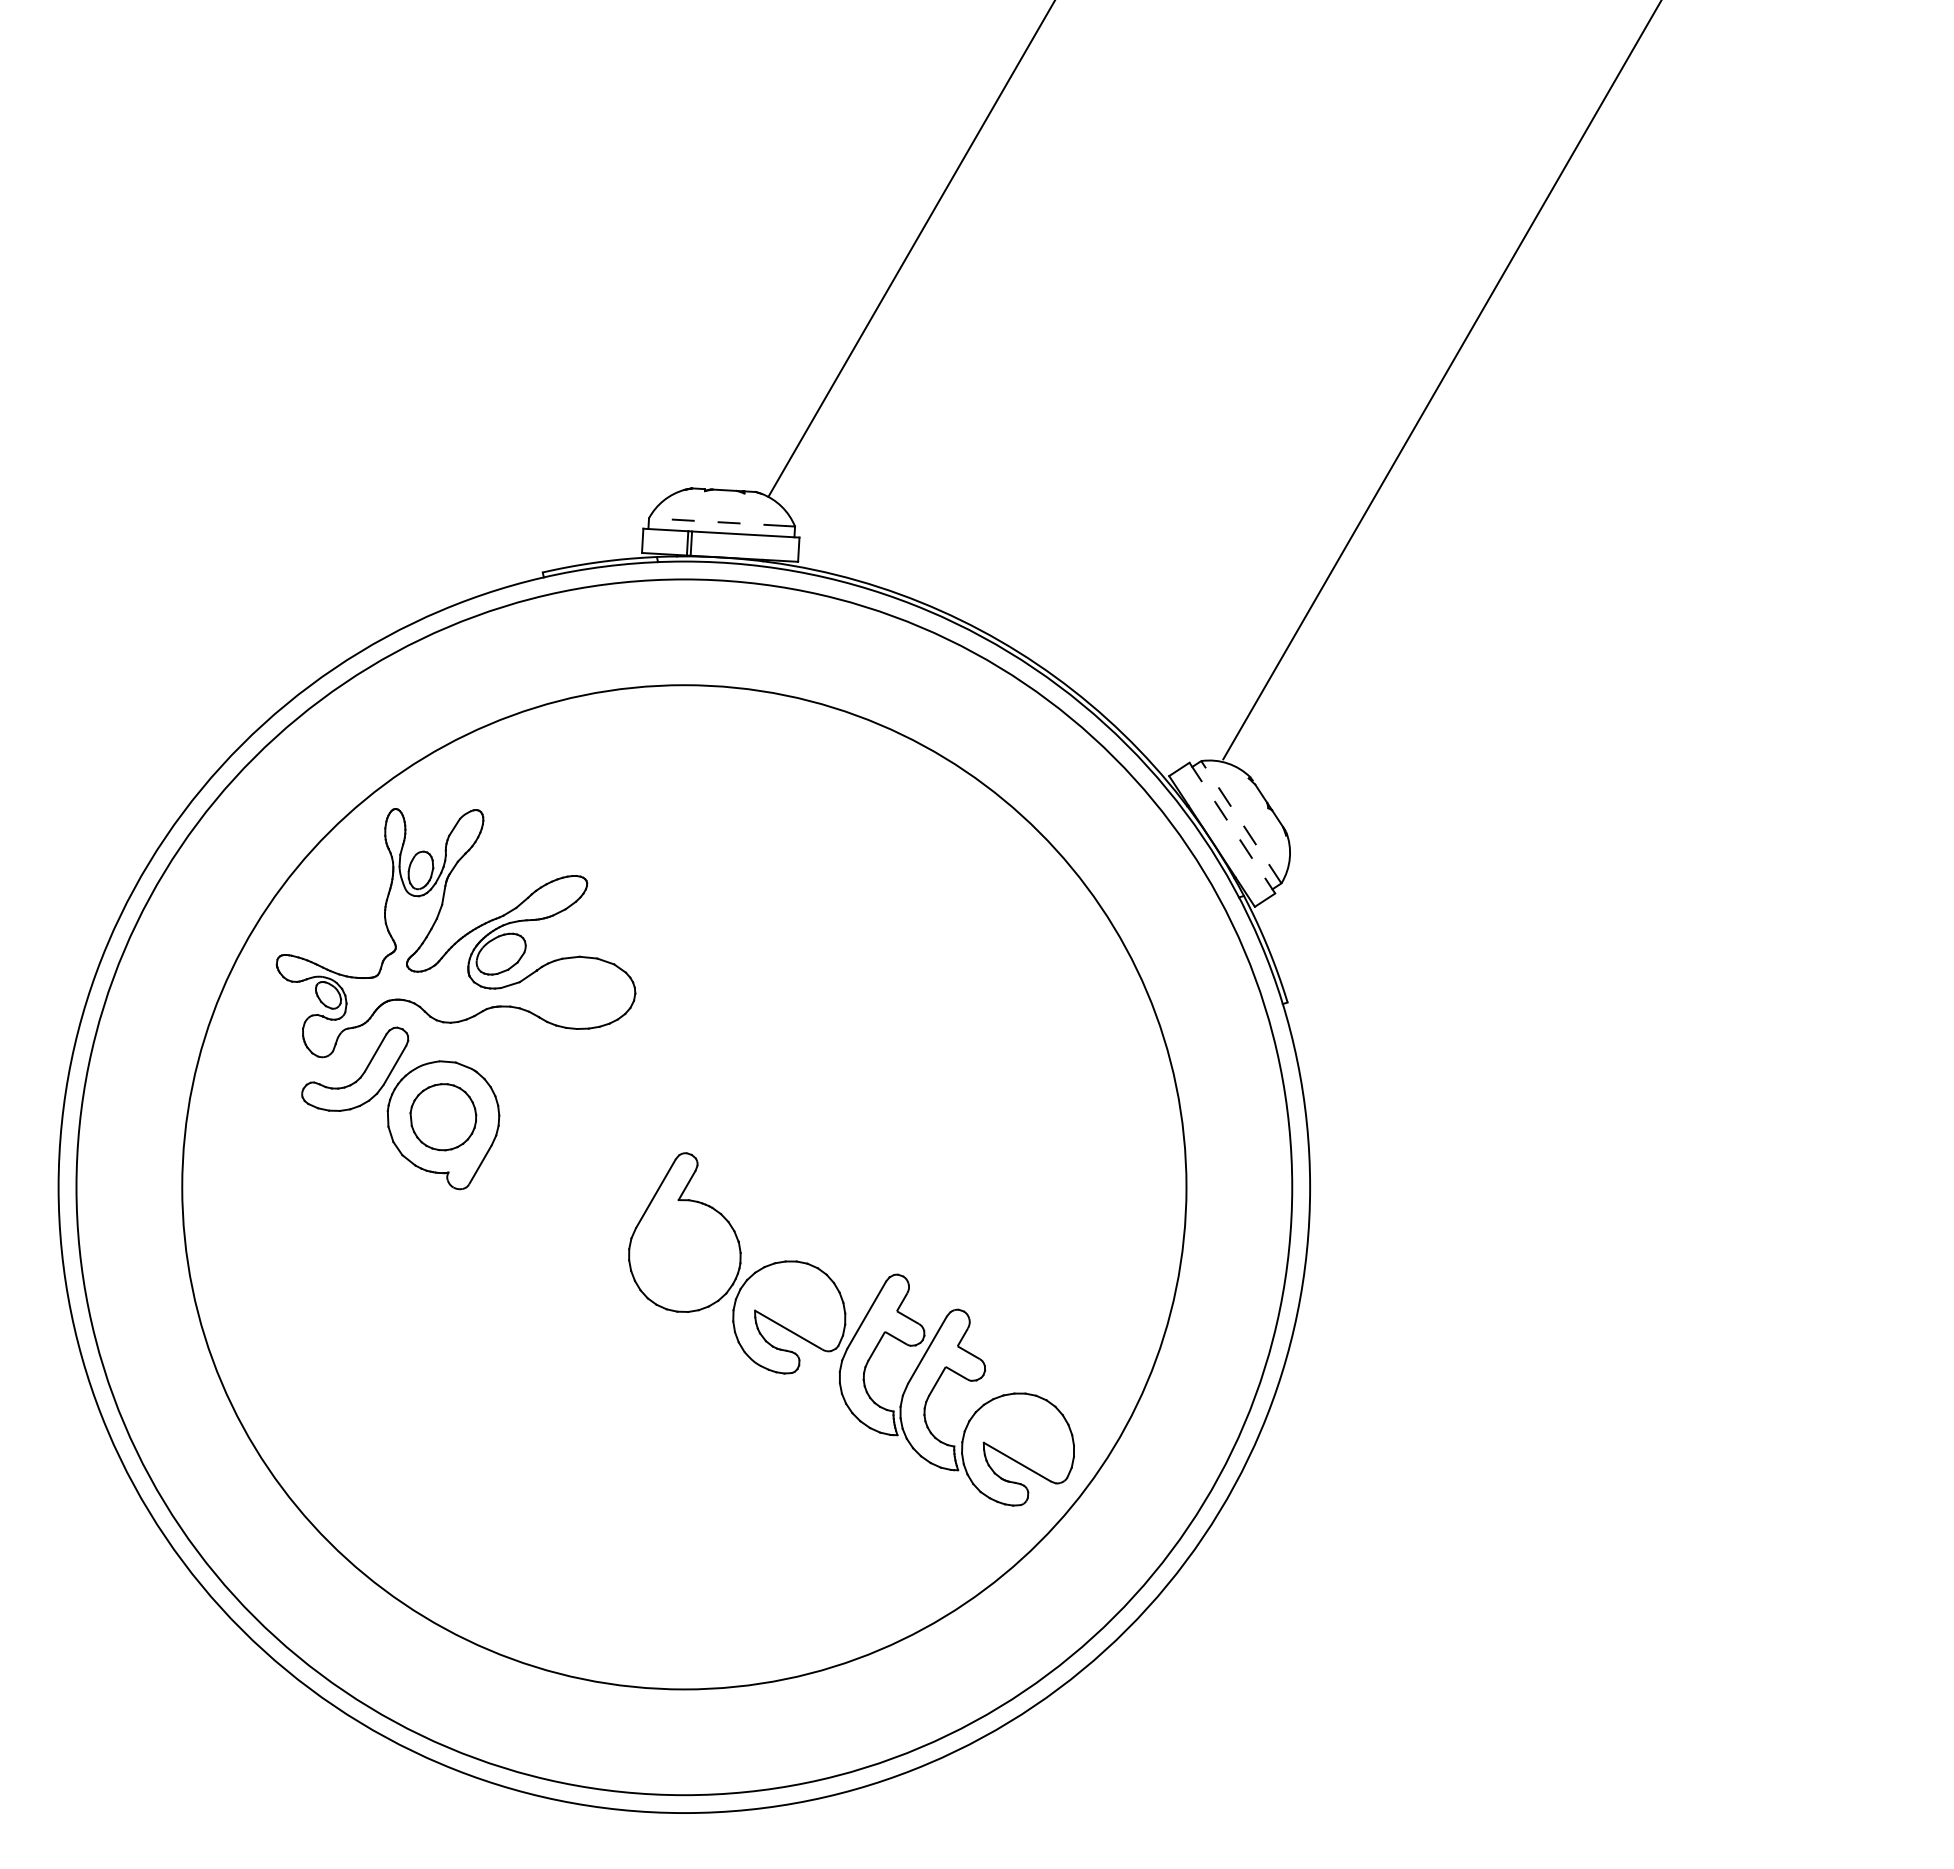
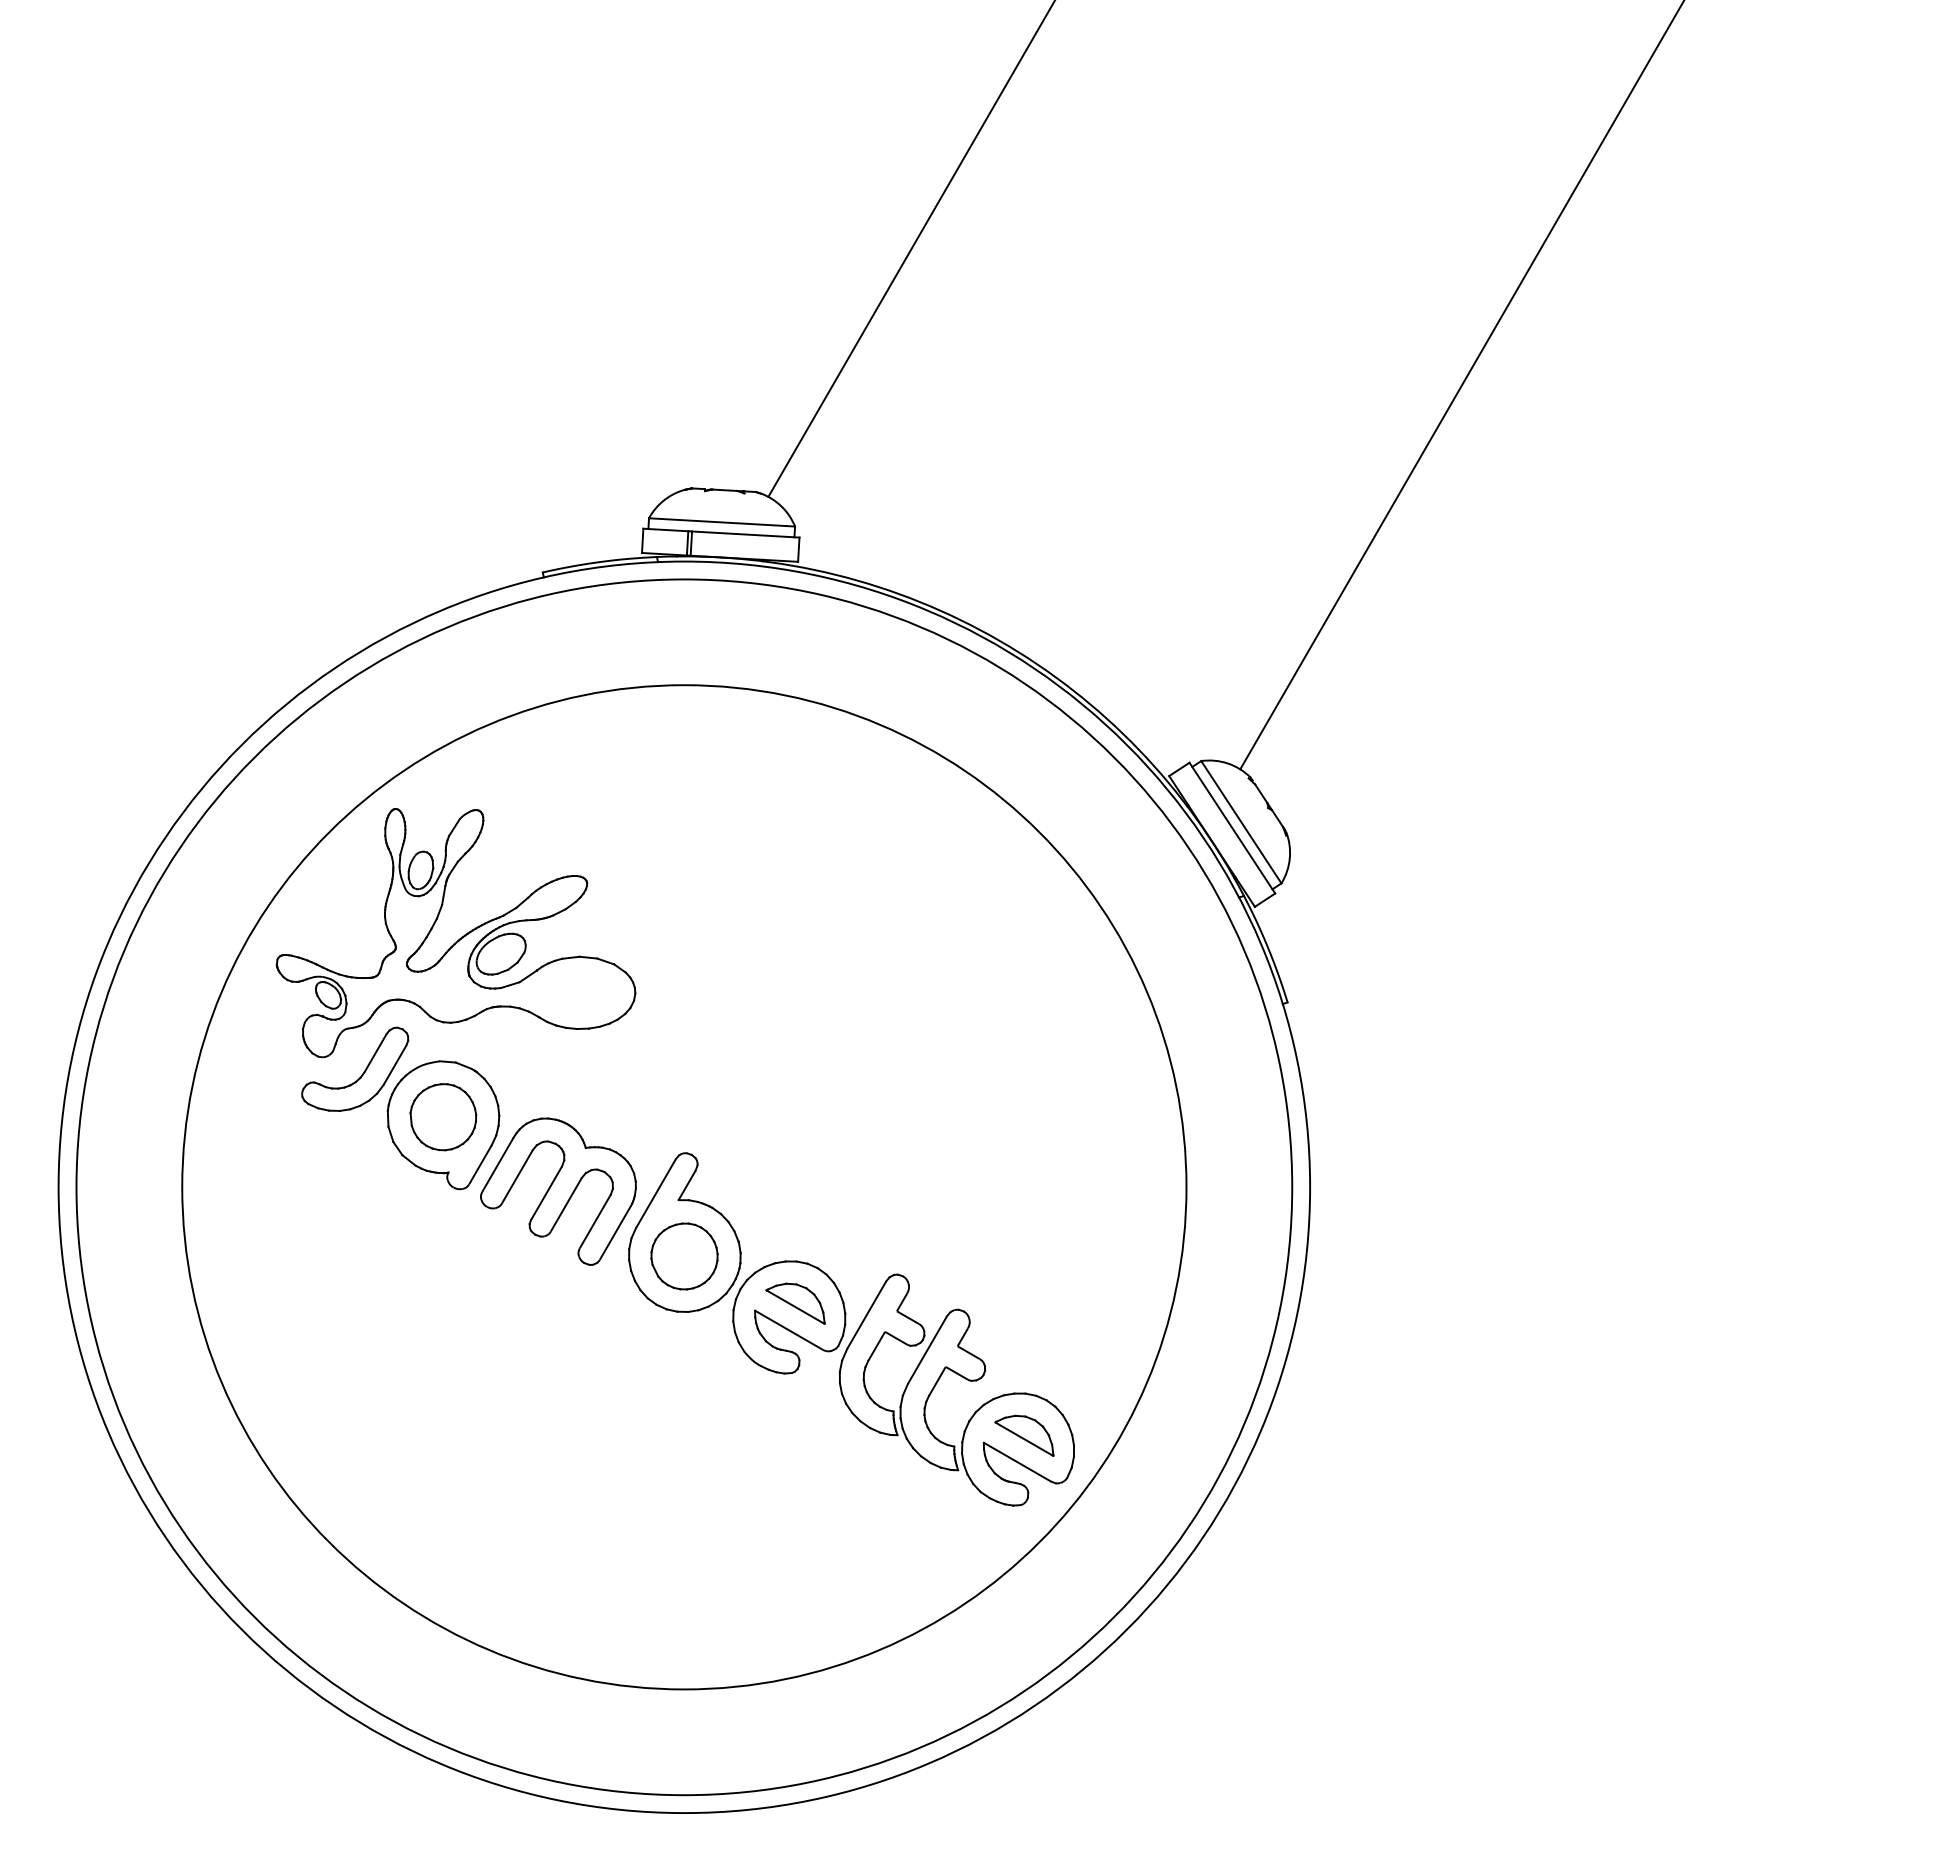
line at (1441, 380) position: (1441, 380) -> (1461, 385)
line at (717, 522): dashed -> solid
line at (1241, 821): dashed -> solid
line at (1232, 828): dashed -> solid
part at (558, 1191): none -> present
part at (684, 1256): none -> present
part at (795, 1303): none -> present
part at (1024, 1435): none -> present
